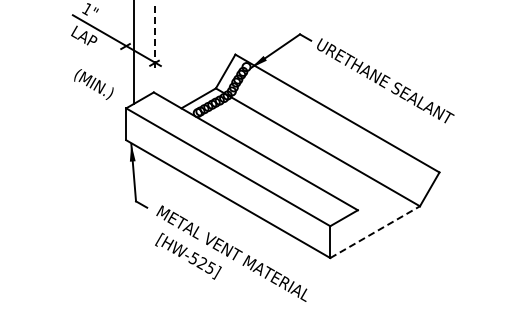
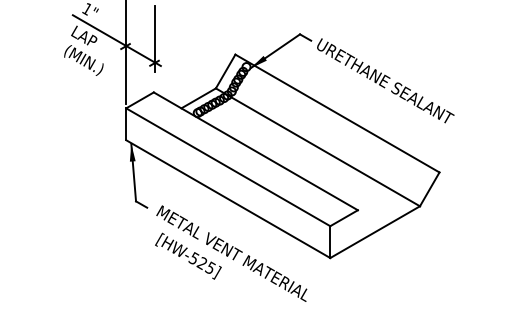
line at (155, 38): dashed -> solid
line at (134, 52) position: (134, 52) -> (126, 52)
text at (93, 84) position: (93, 84) -> (83, 60)
line at (375, 232): dashed -> solid
